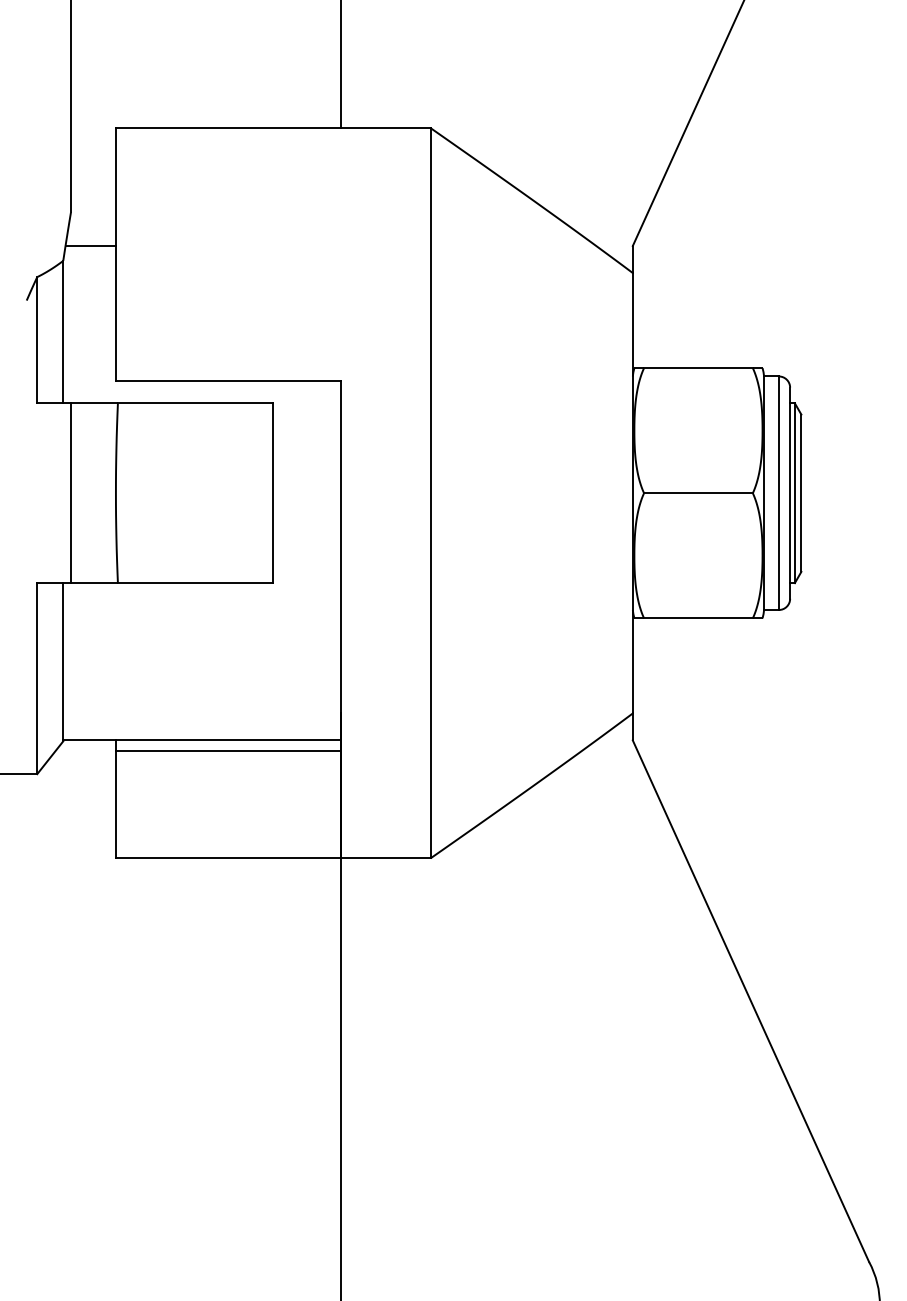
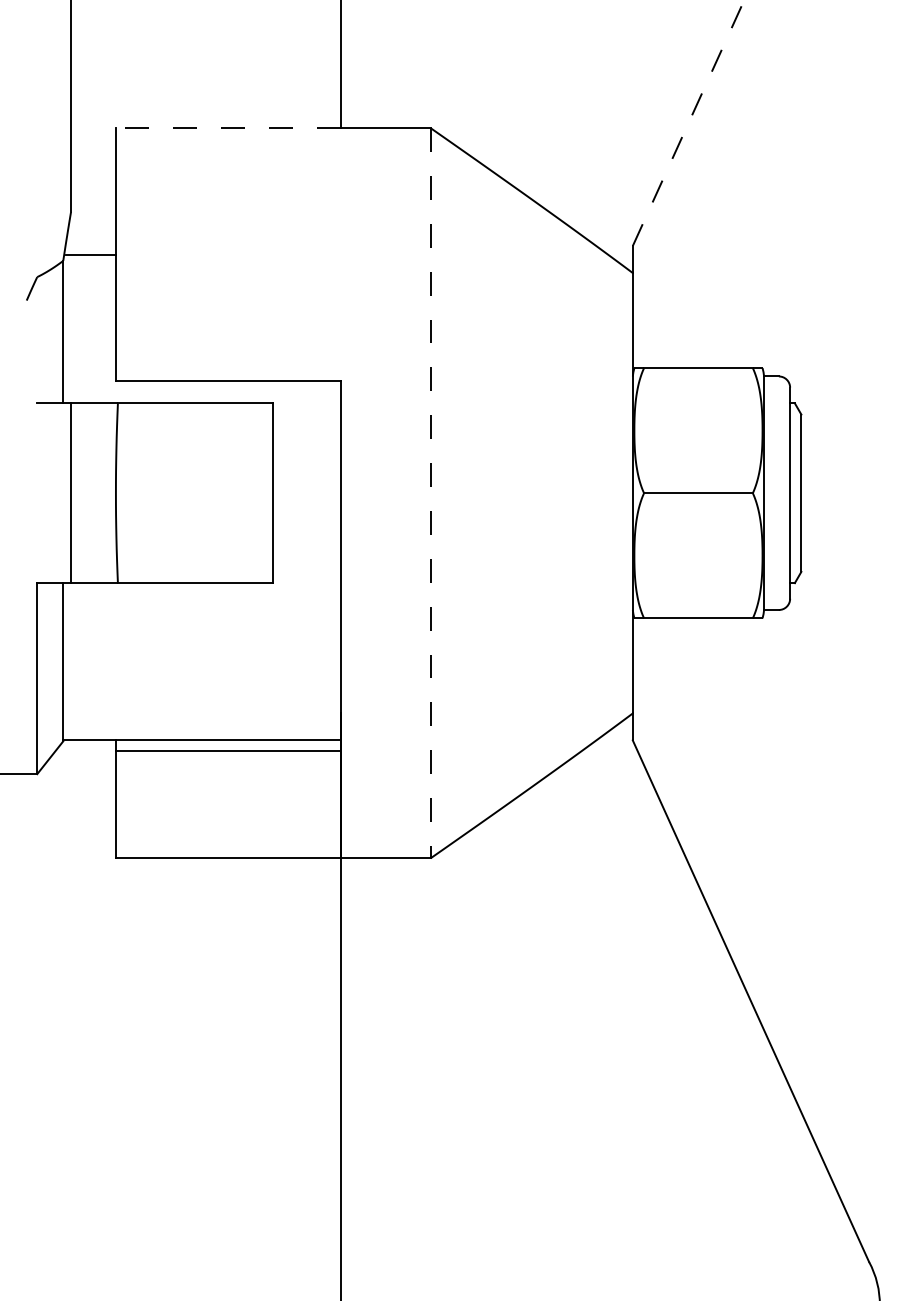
line at (688, 123): solid -> dashed
line at (227, 128): solid -> dashed
line at (90, 246) position: (90, 246) -> (90, 255)
line at (37, 340): present -> none
line at (430, 493): solid -> dashed
line at (778, 493): present -> none
line at (794, 493): present -> none
